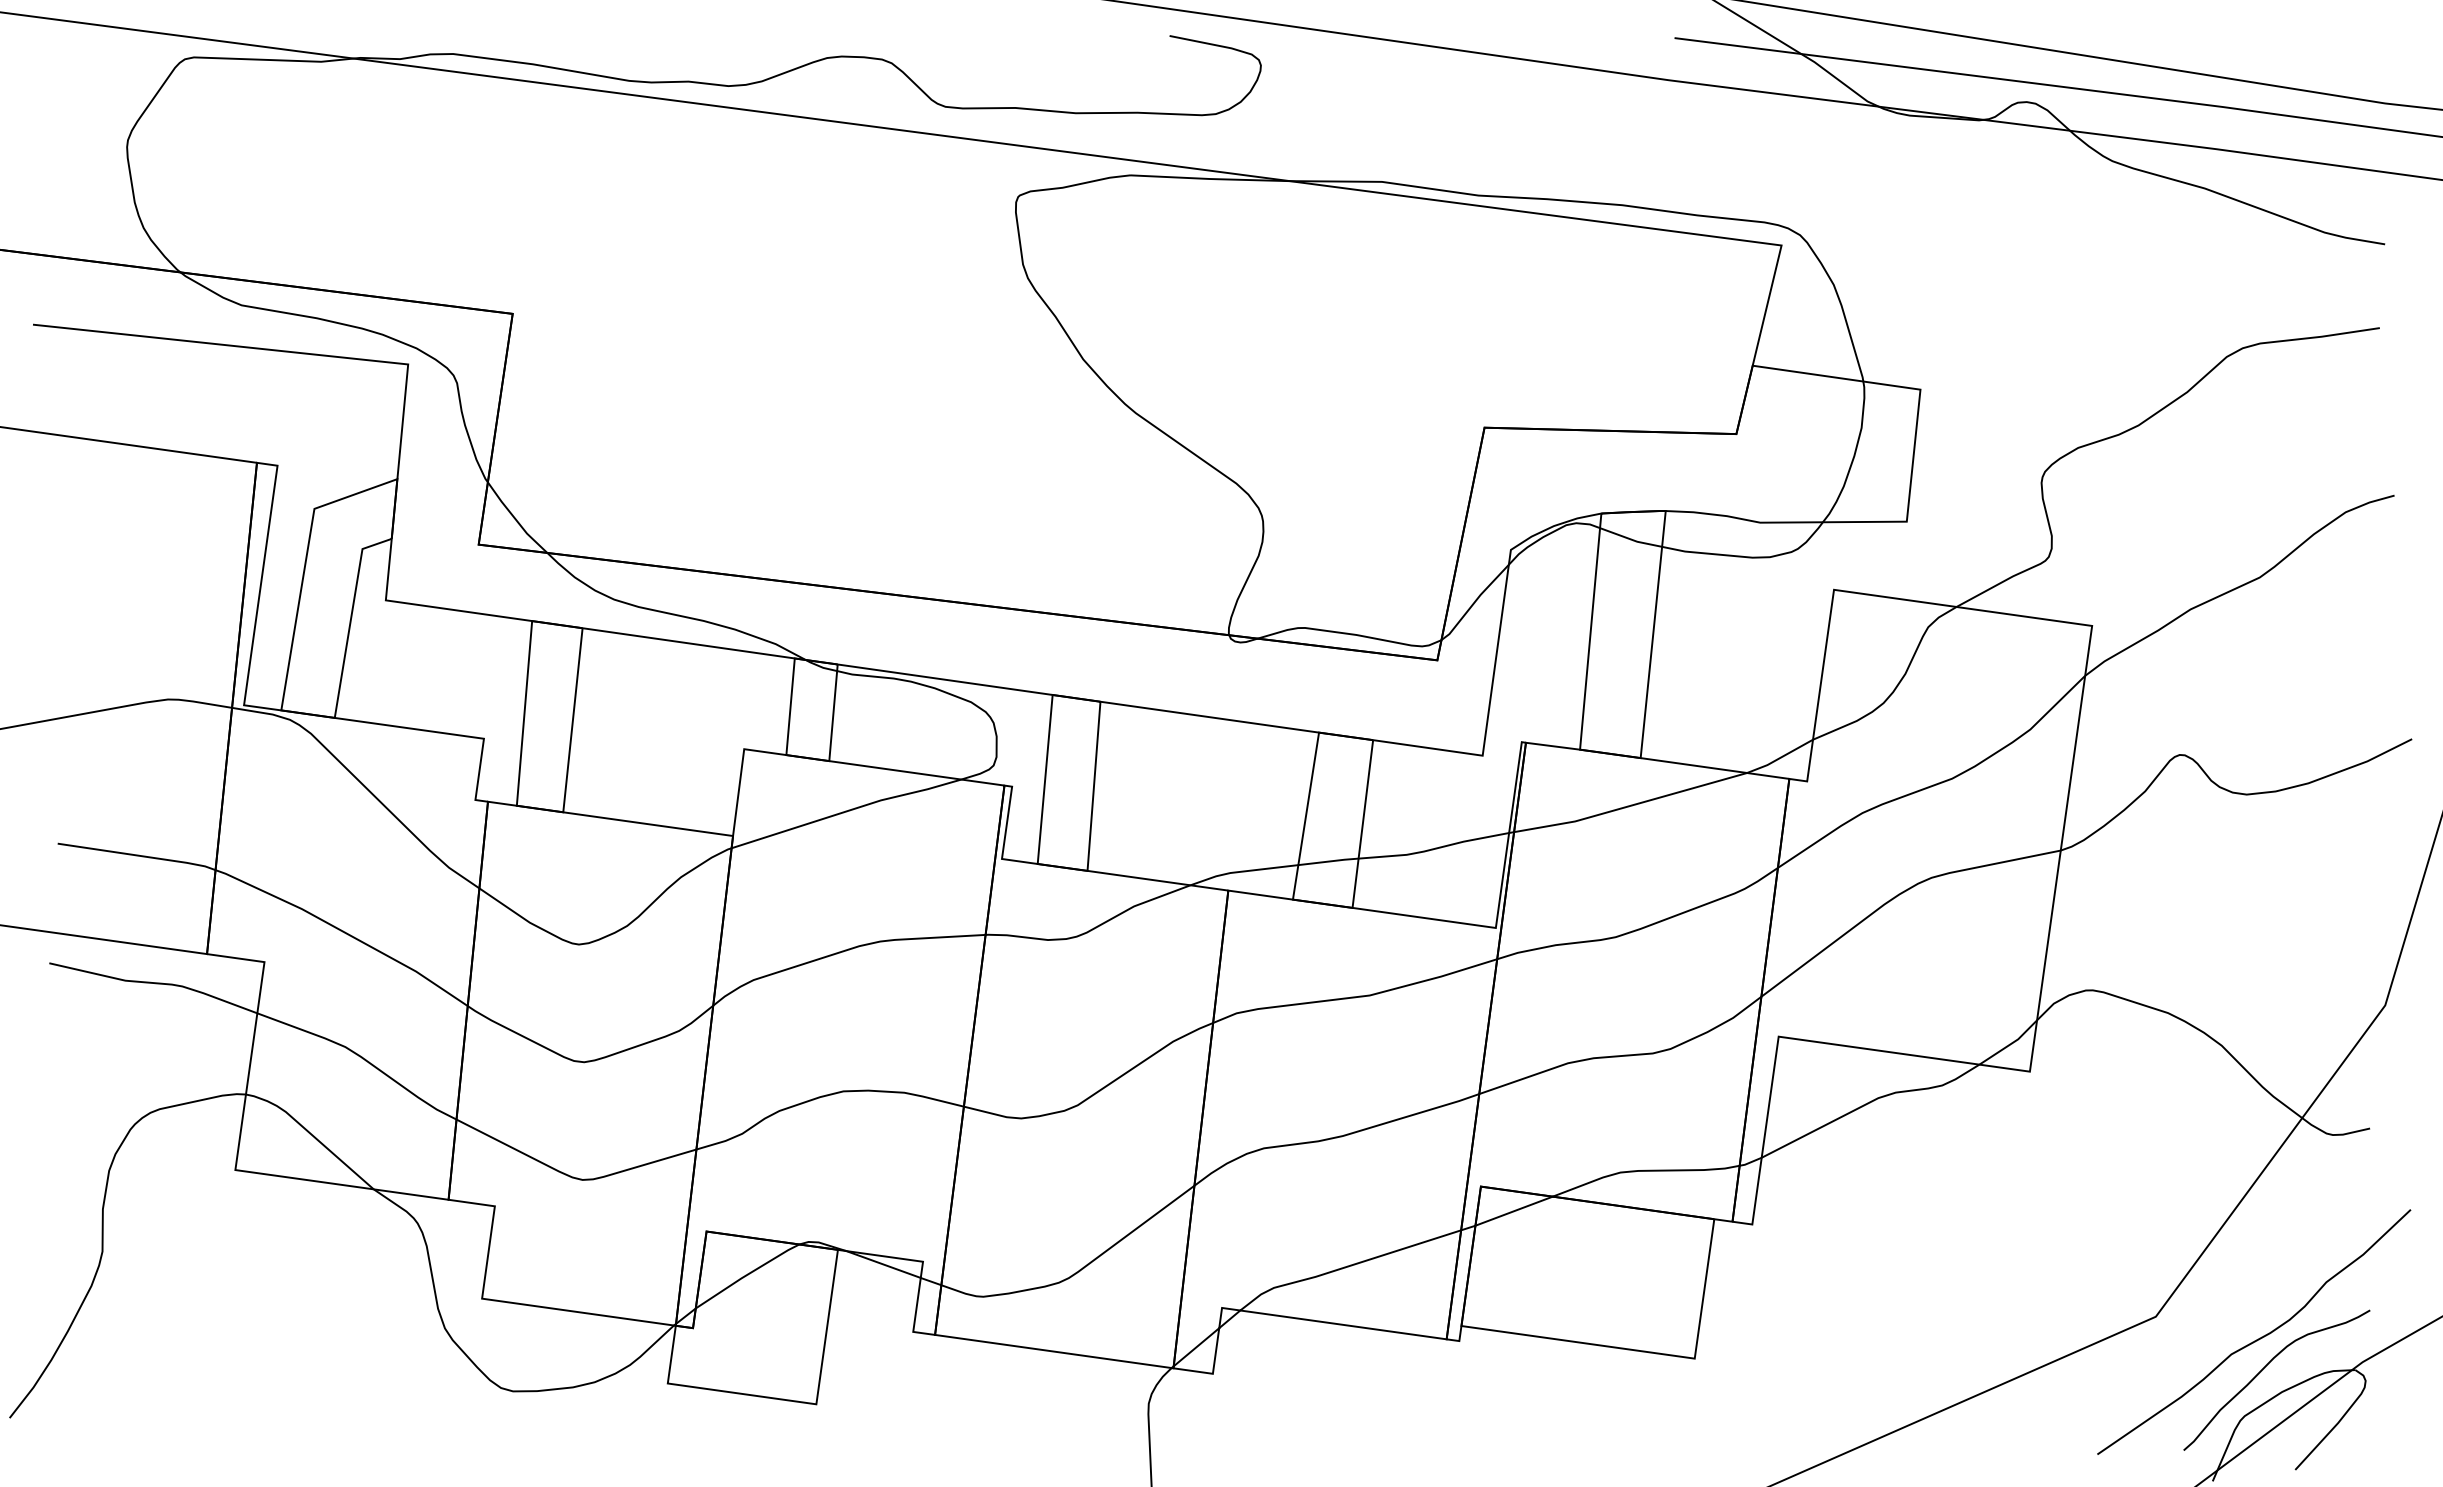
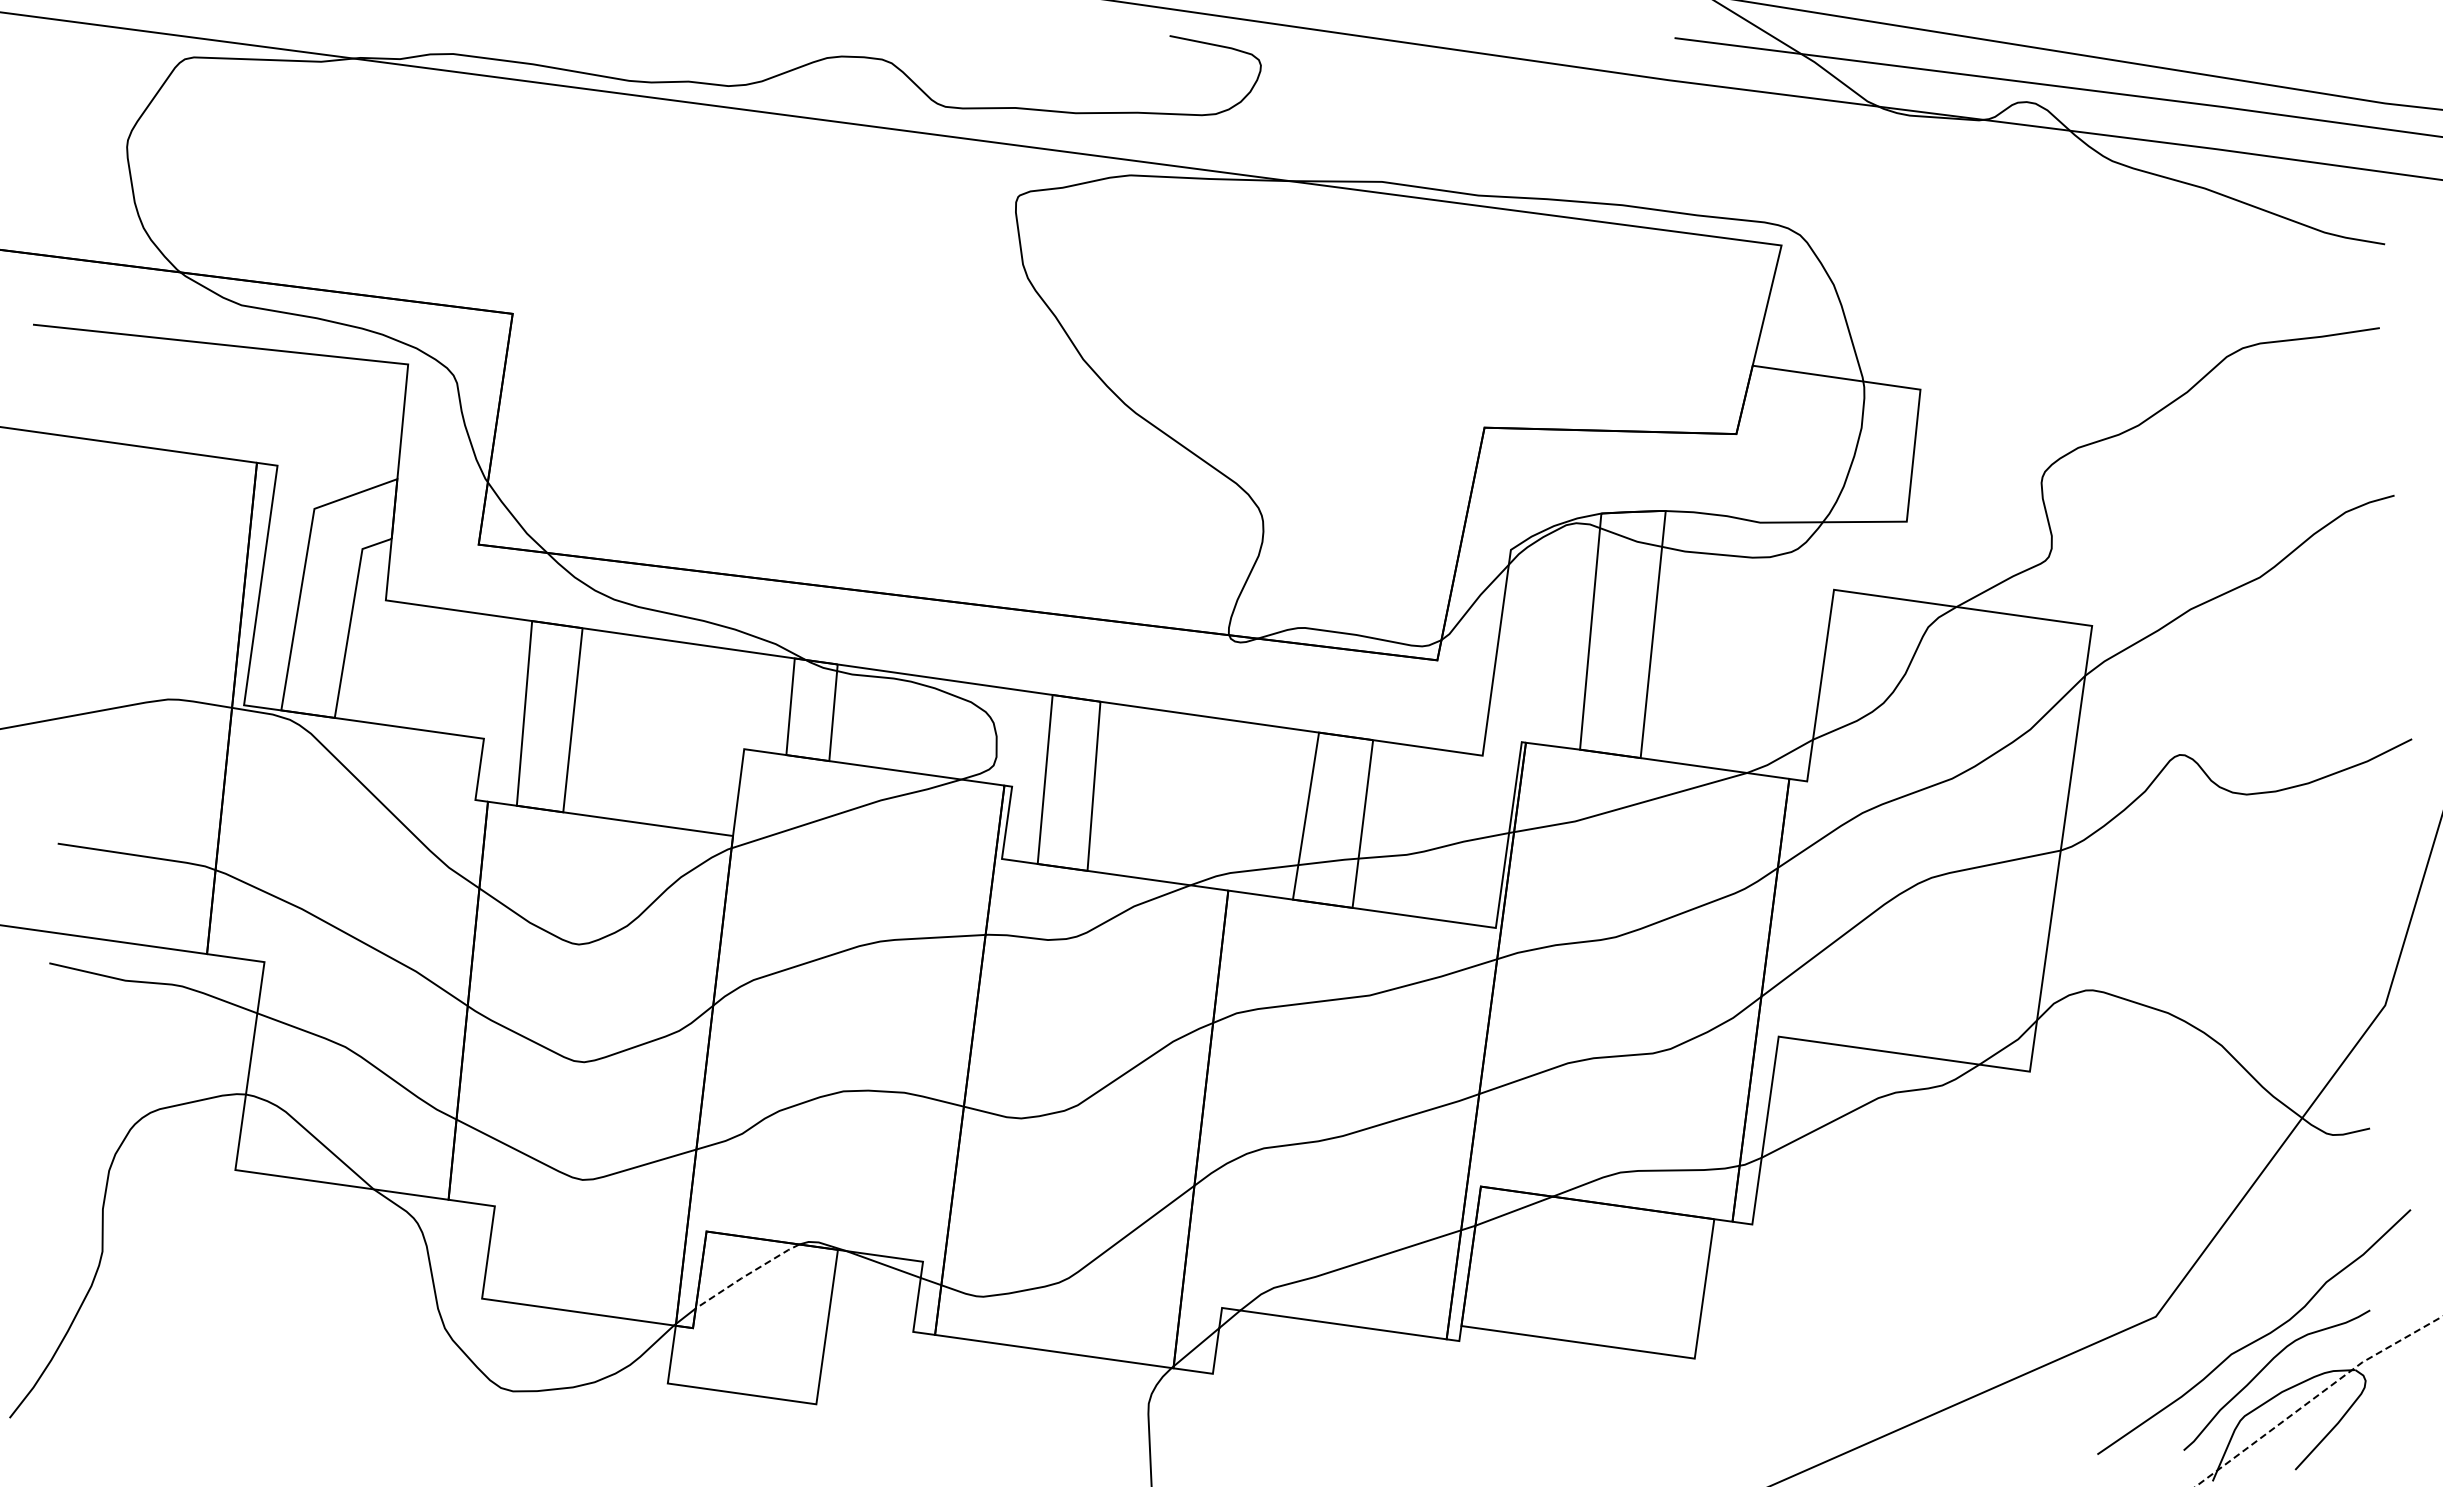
line at (746, 1275): solid -> dashed
line at (2316, 1396): solid -> dashed
